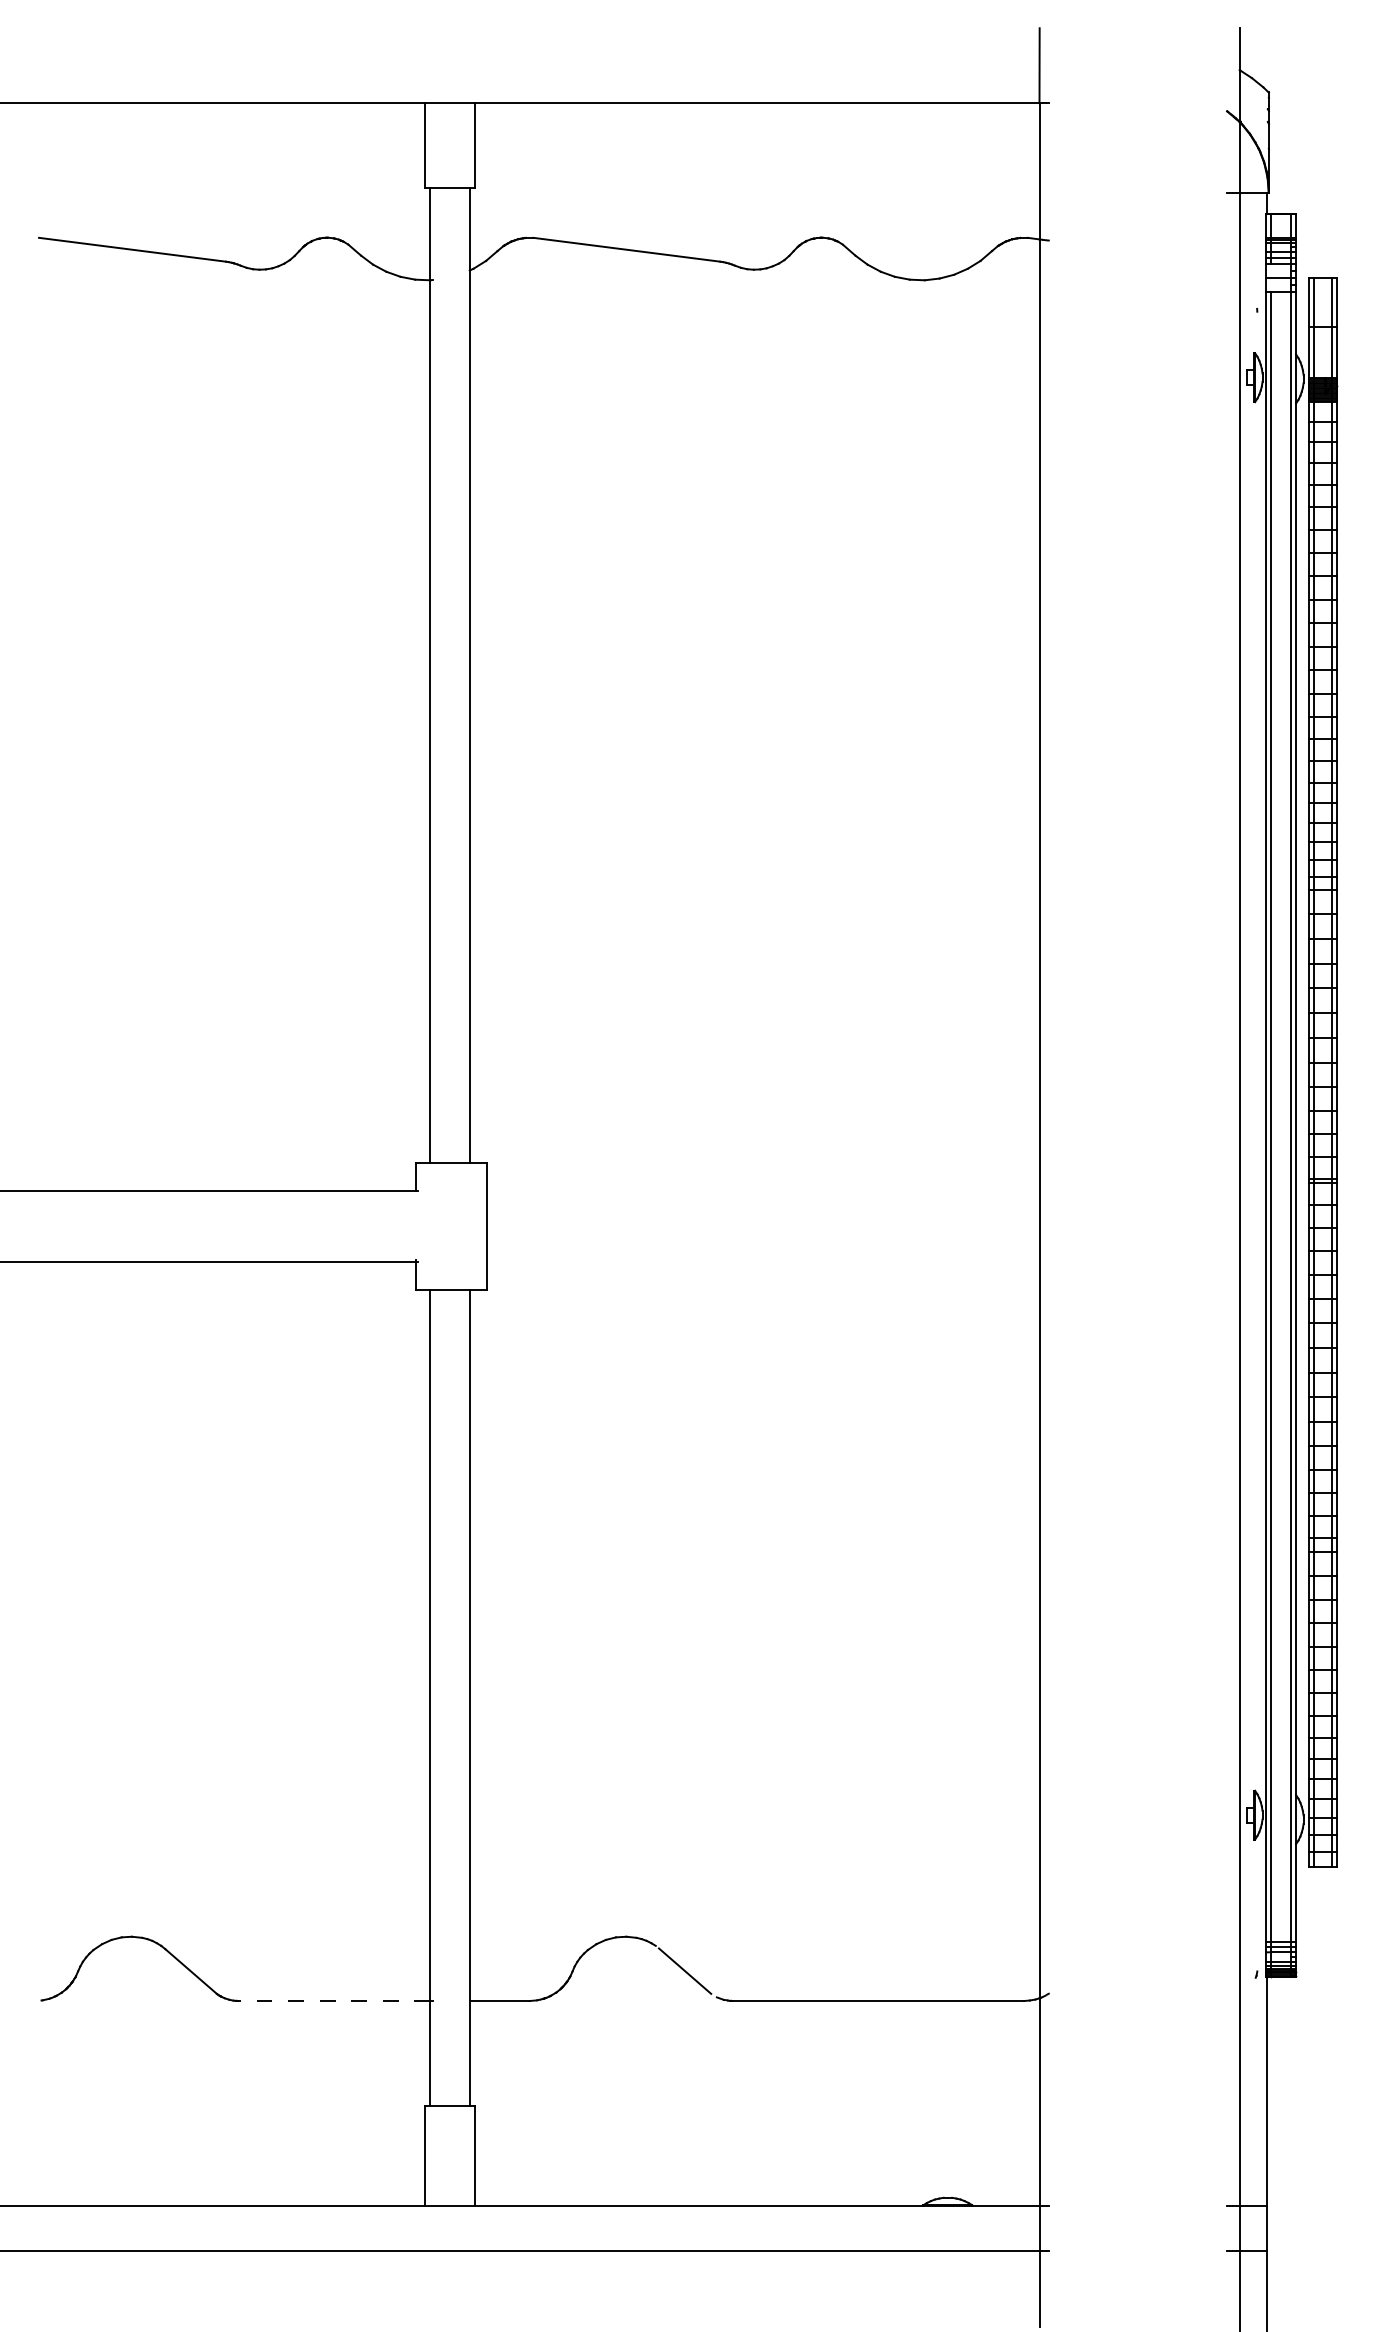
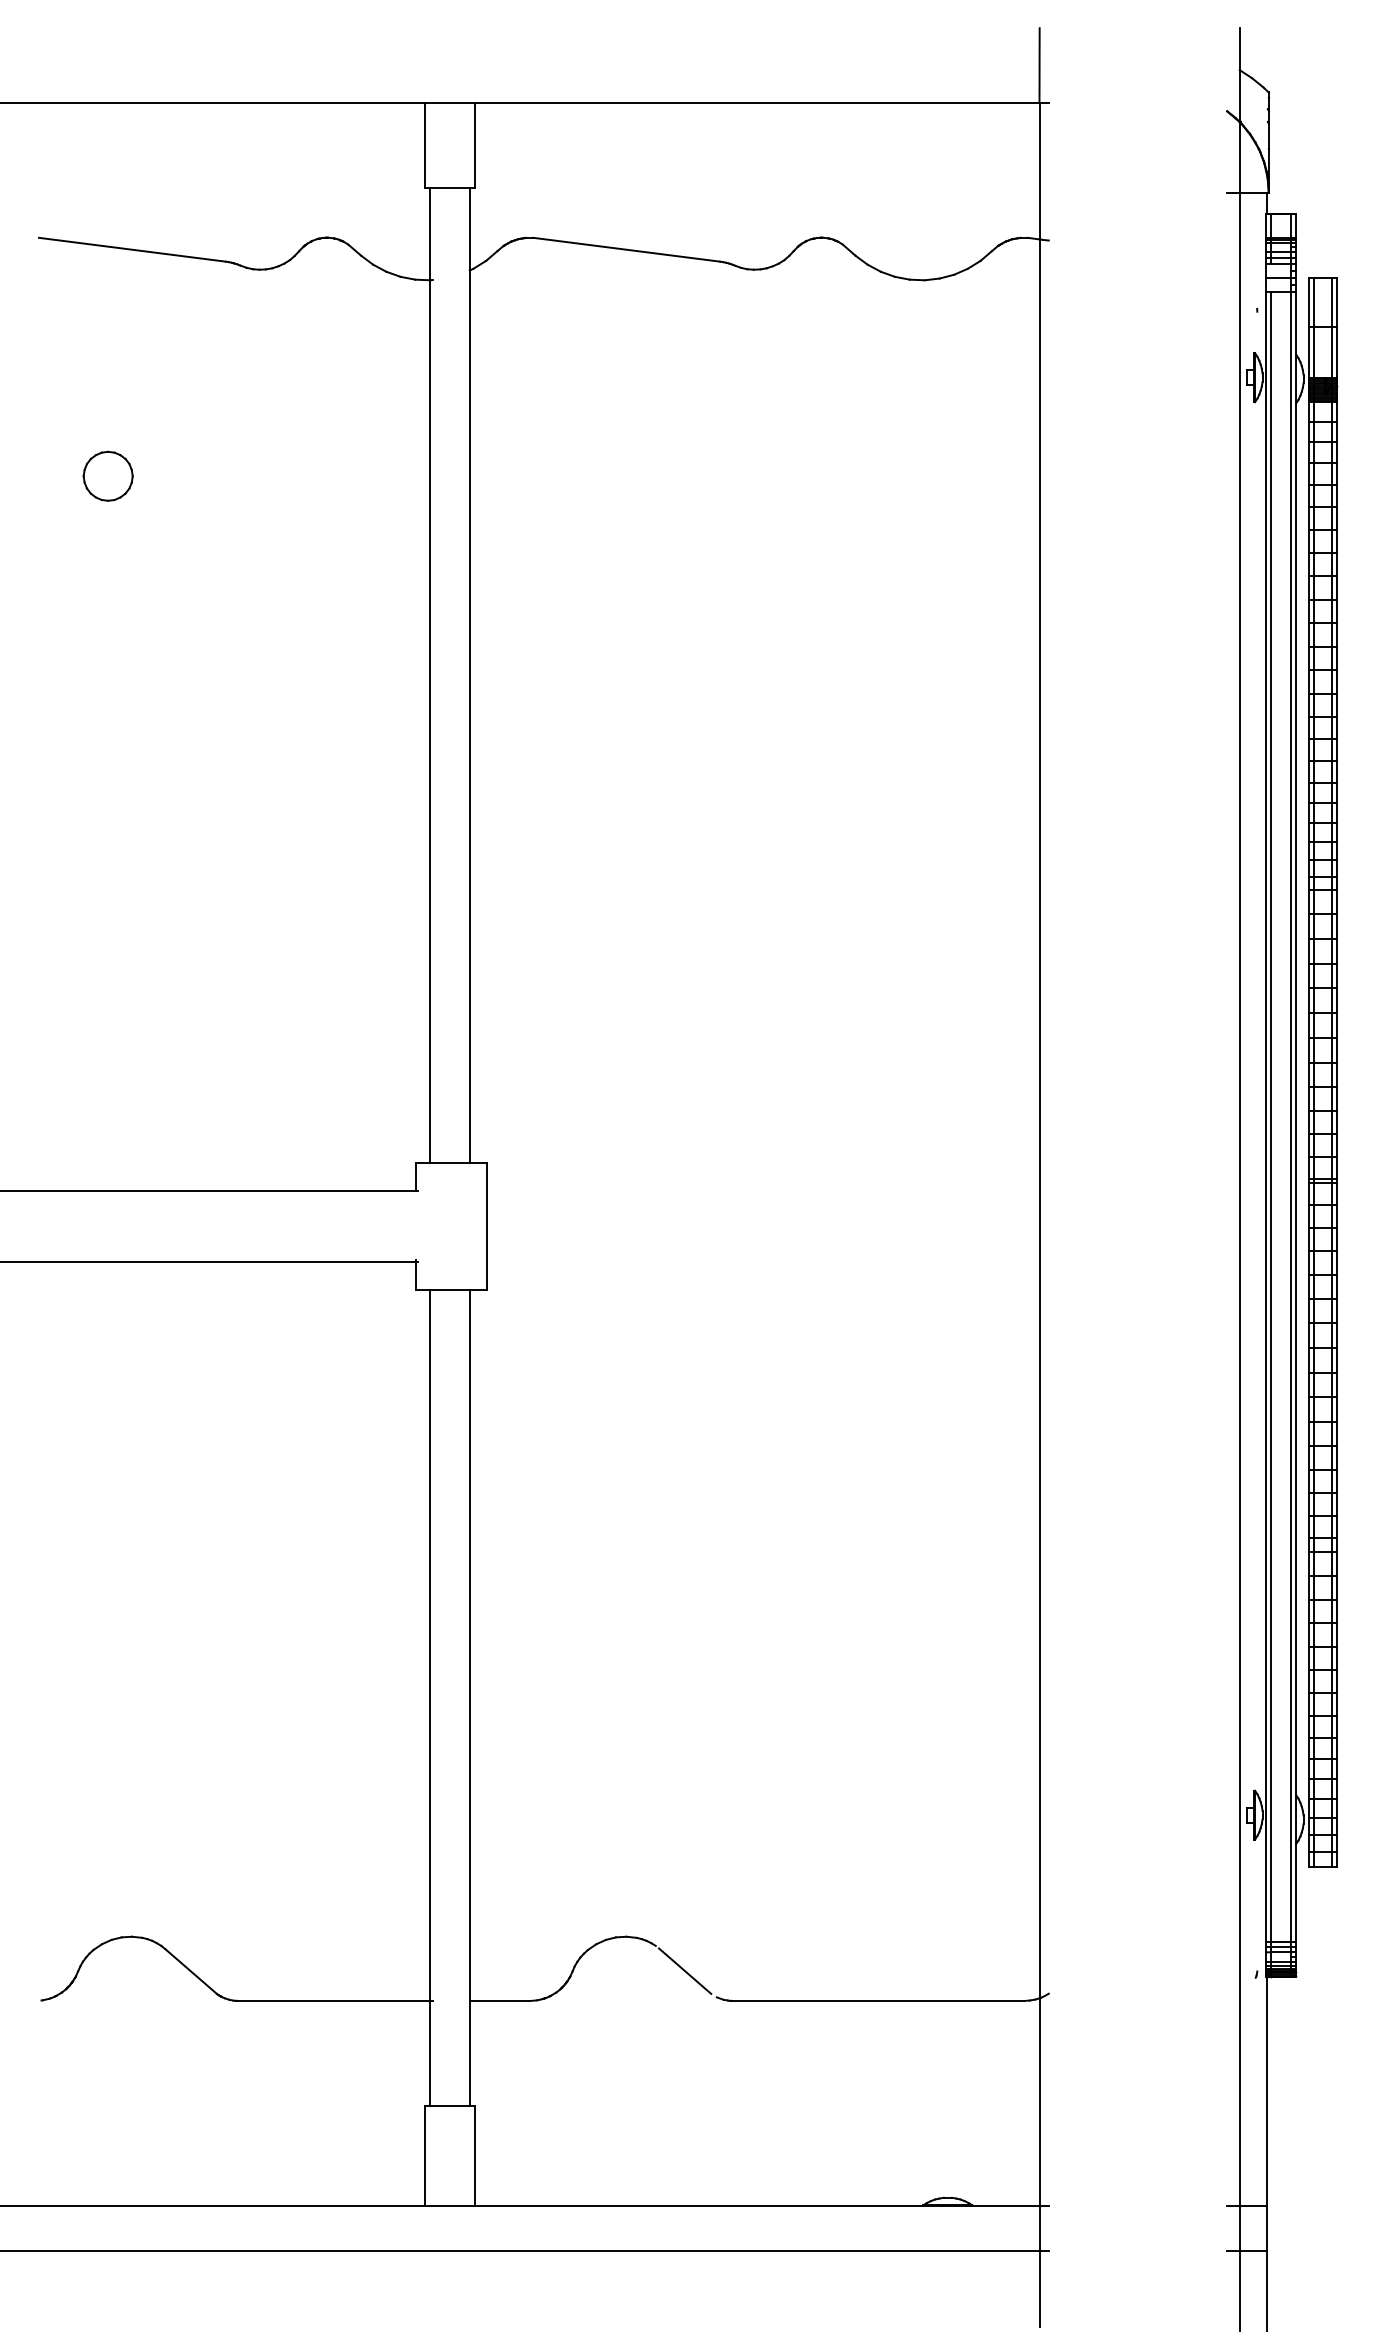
part at (107, 475): none -> present
line at (333, 2000): dashed -> solid
